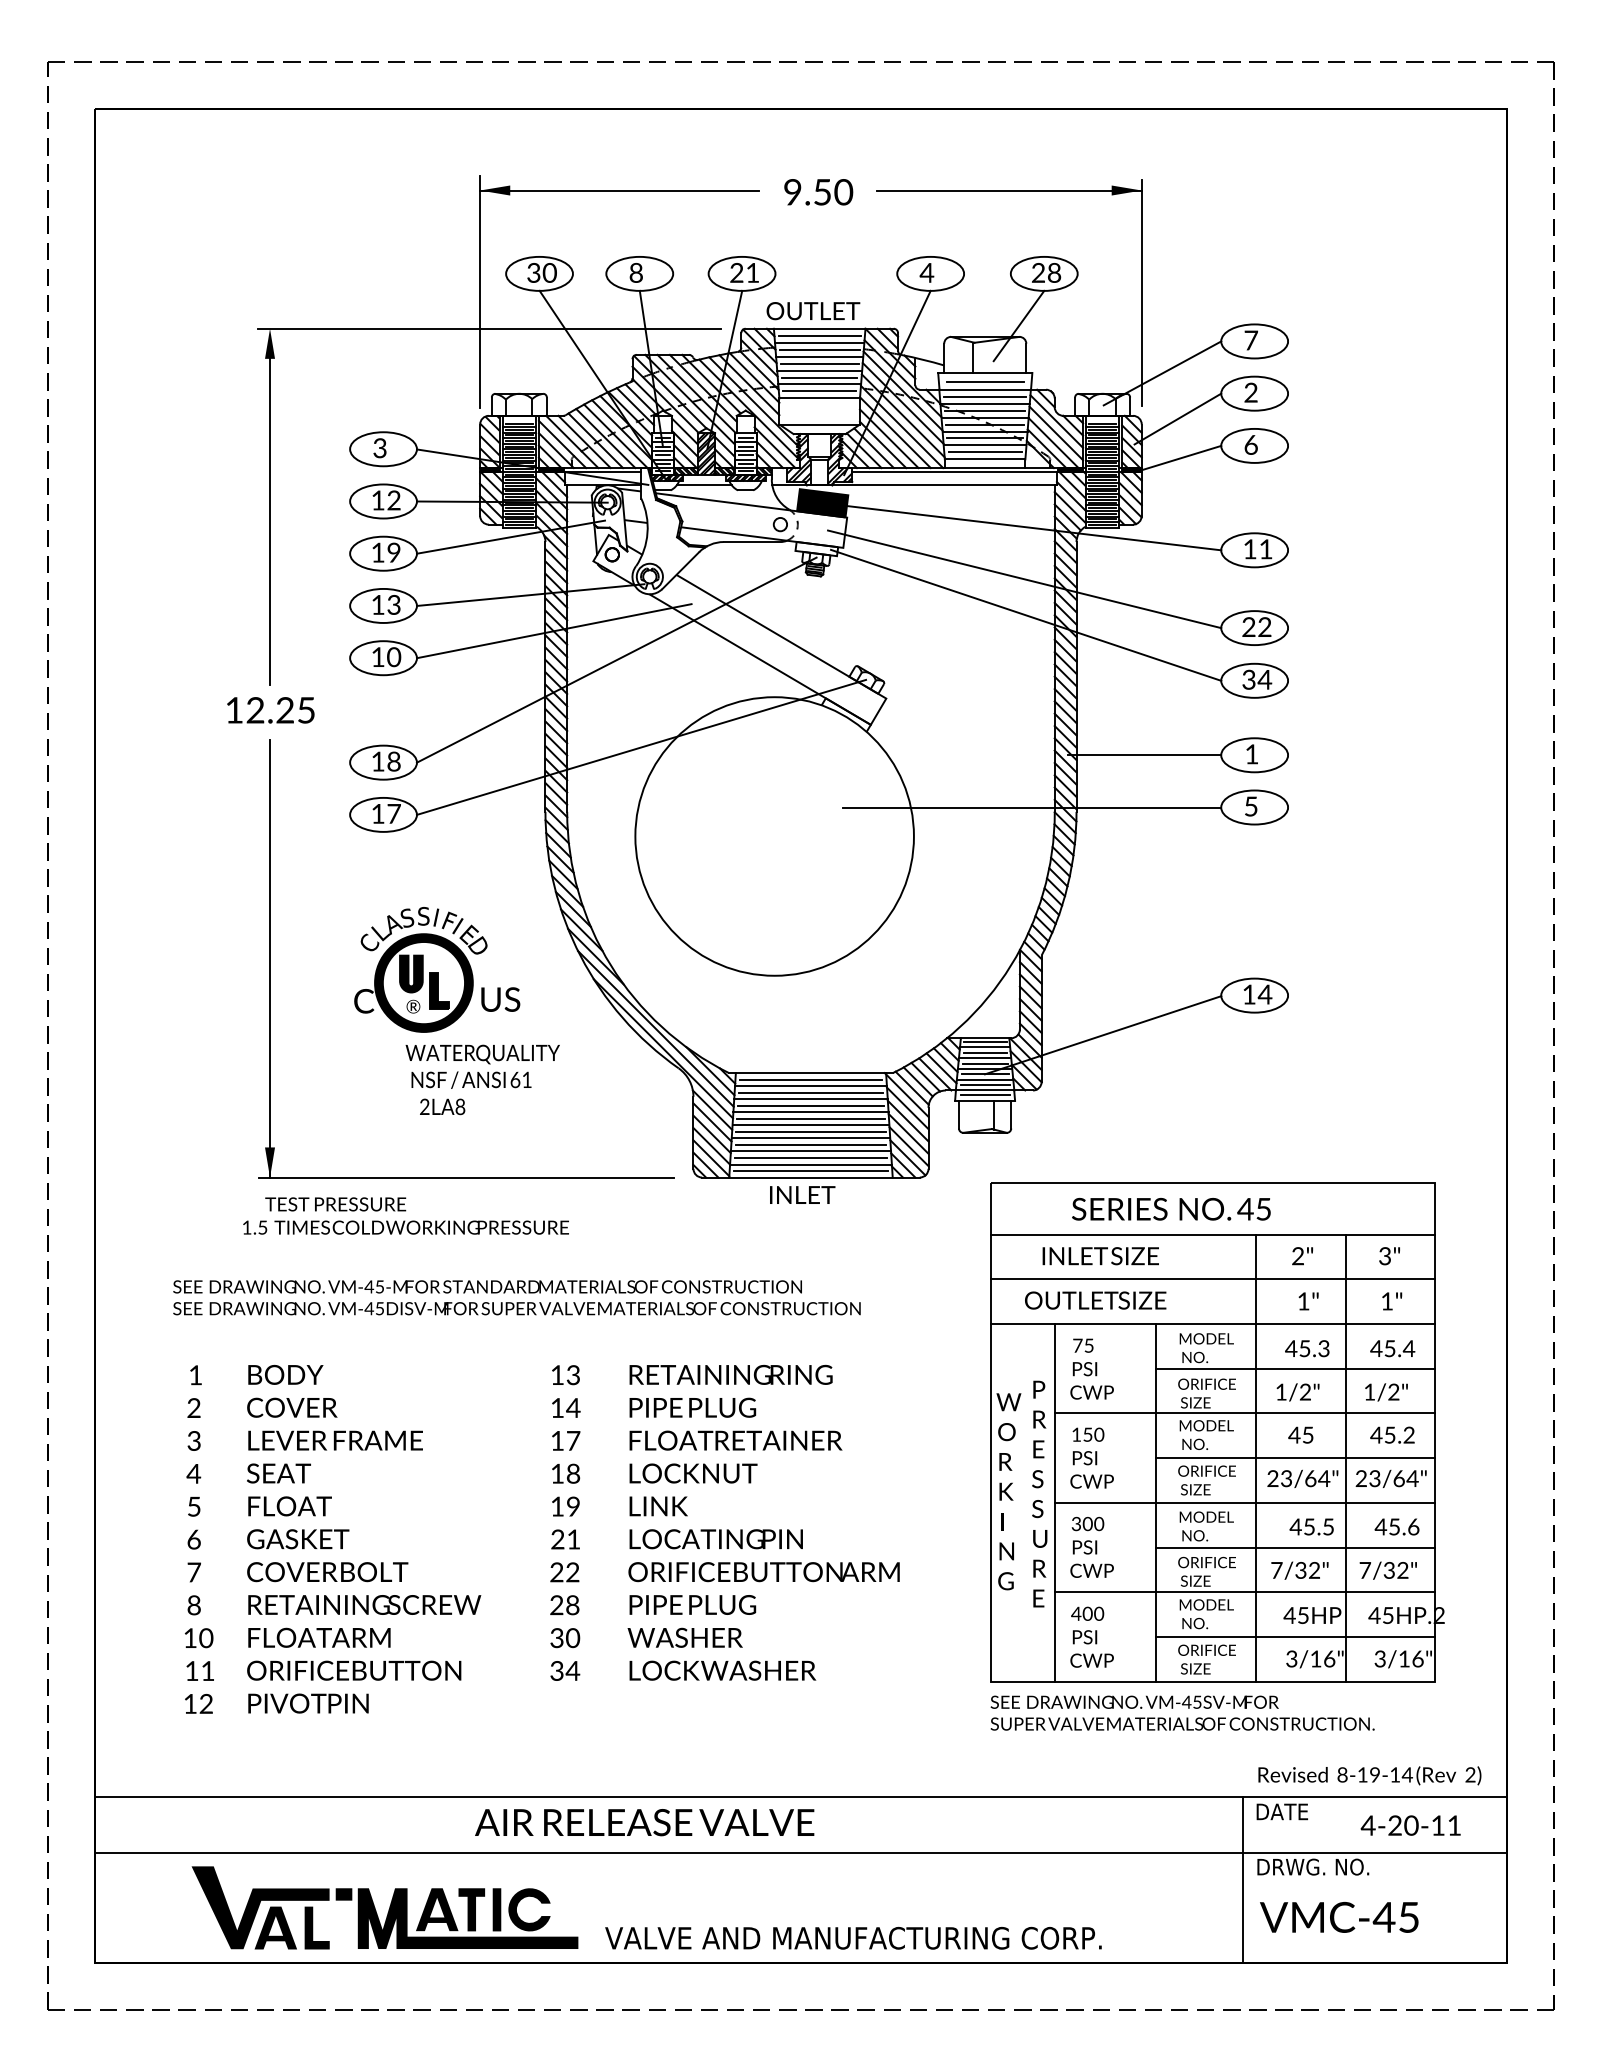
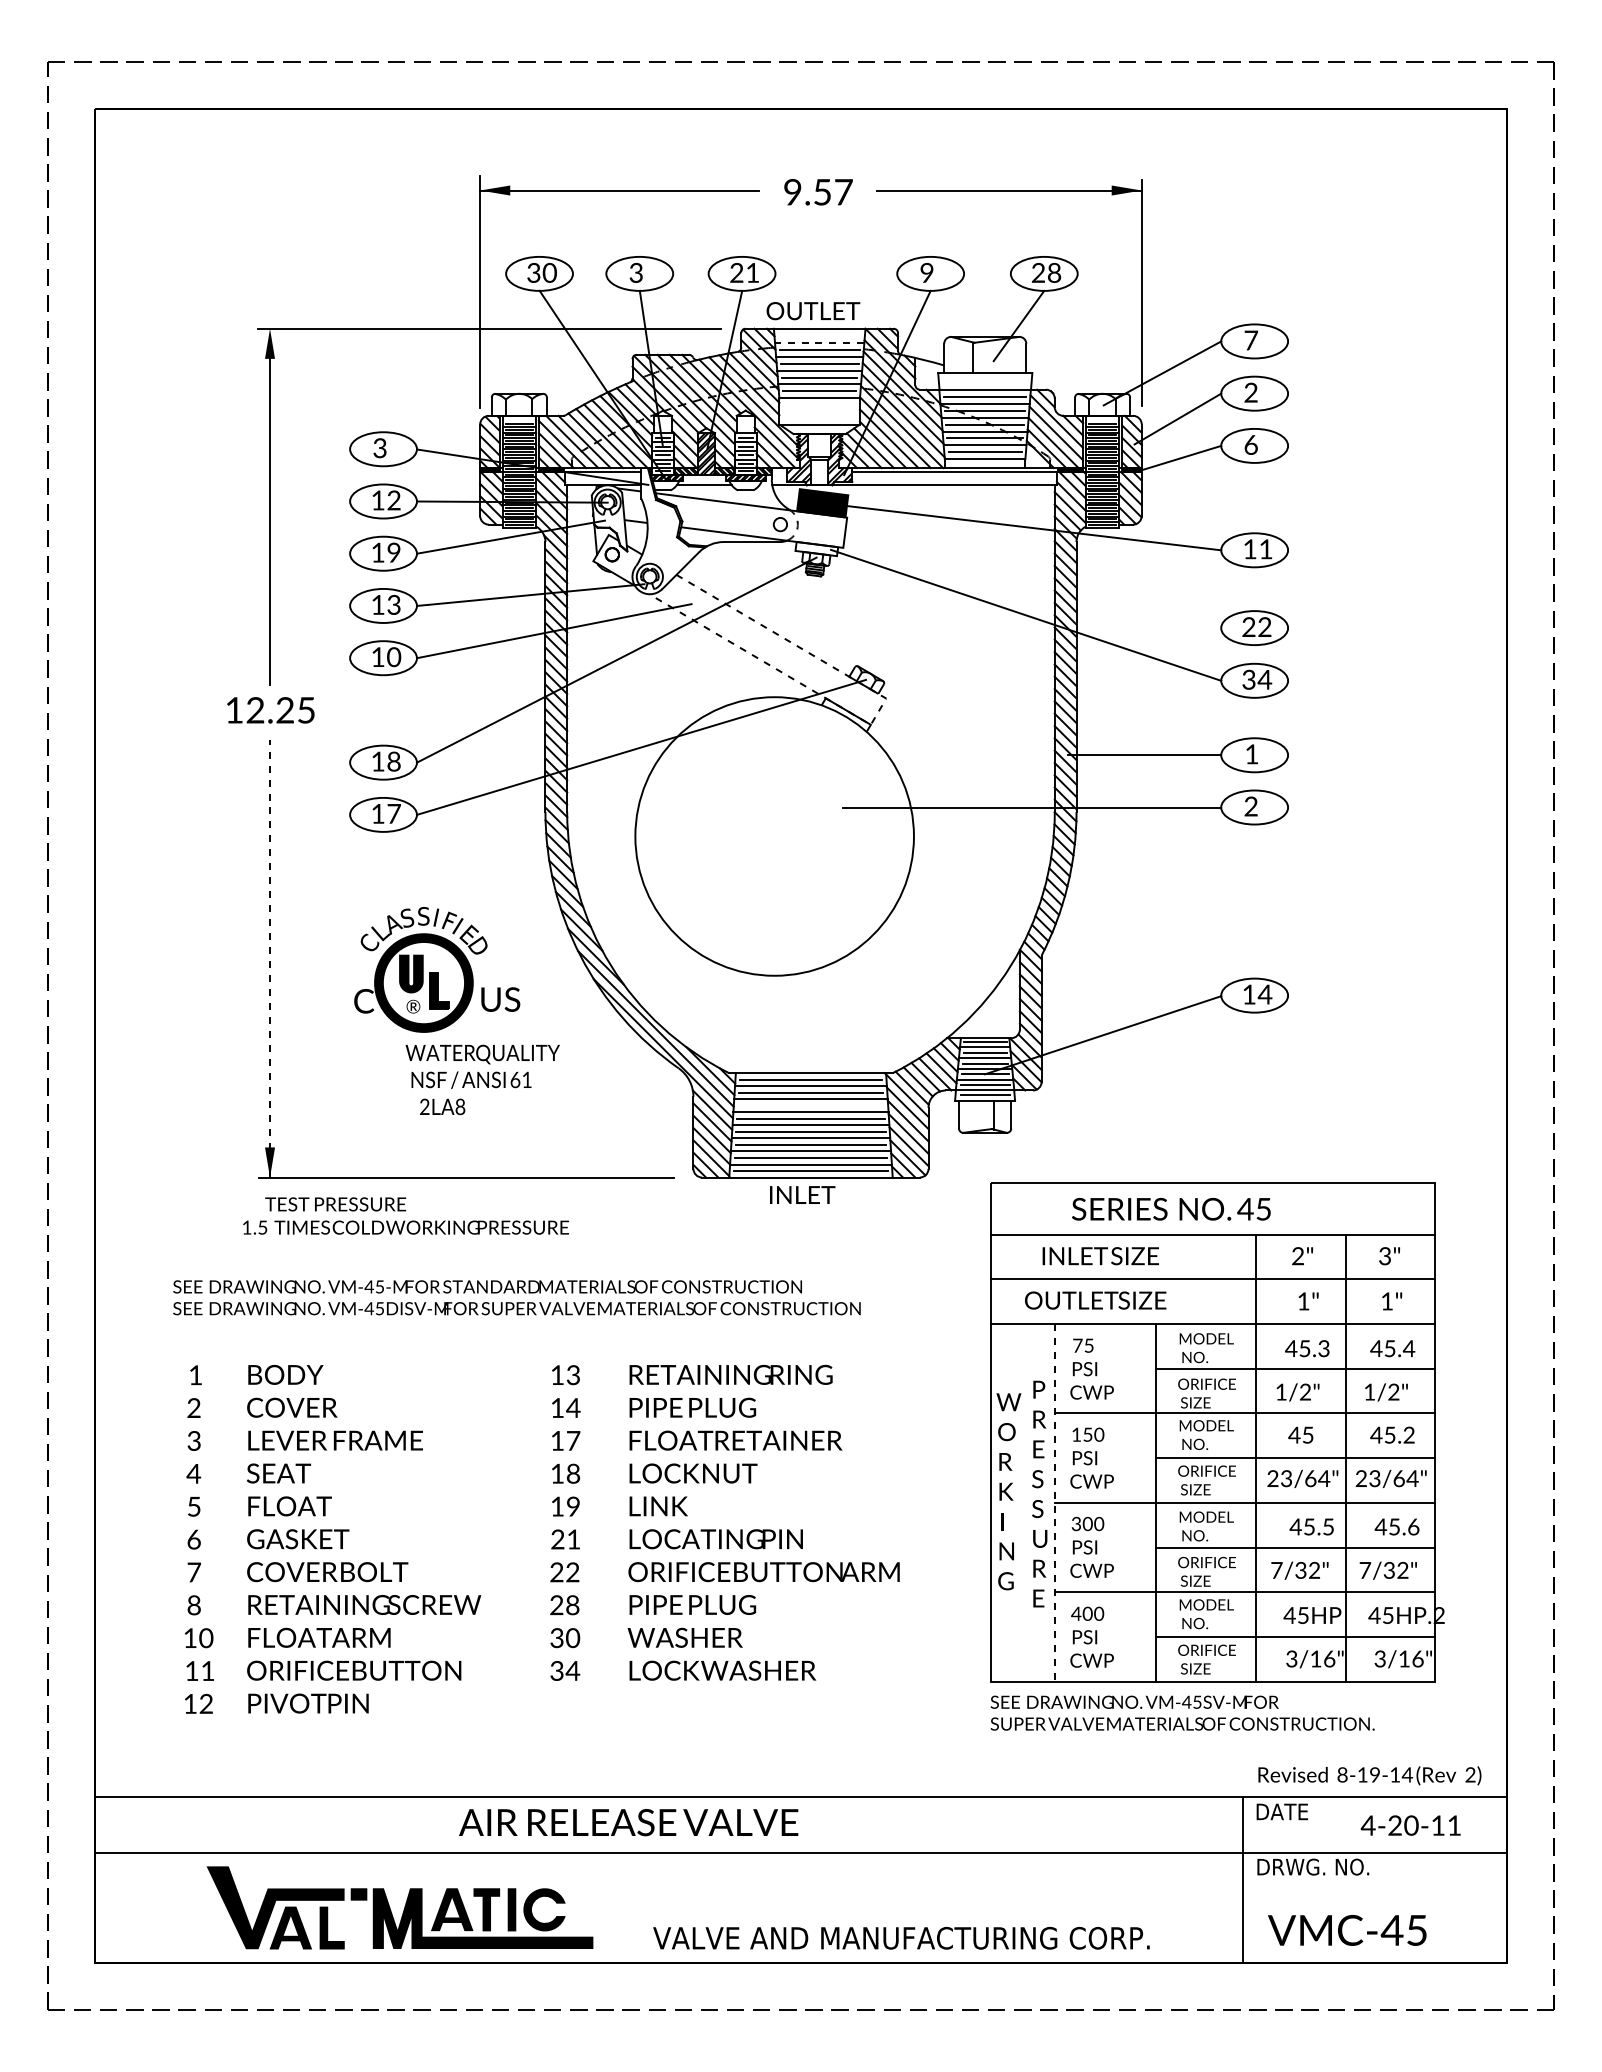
text at (843, 192): 9.50 -> 9.57
text at (635, 272): 8 -> 3
text at (926, 272): 4 -> 9
line at (819, 335): present -> none
line at (819, 342): solid -> dashed
line at (984, 381): present -> none
line at (1024, 579): present -> none
line at (874, 718): solid -> dashed
text at (1250, 806): 5 -> 2
line at (270, 958): solid -> dashed
line at (810, 1105): present -> none
line at (1055, 1502): solid -> dashed
text at (644, 1822) position: (644, 1822) -> (628, 1822)
part at (384, 1907) position: (384, 1907) -> (399, 1907)
text at (1339, 1917) position: (1339, 1917) -> (1347, 1930)
text at (853, 1937) position: (853, 1937) -> (901, 1937)
